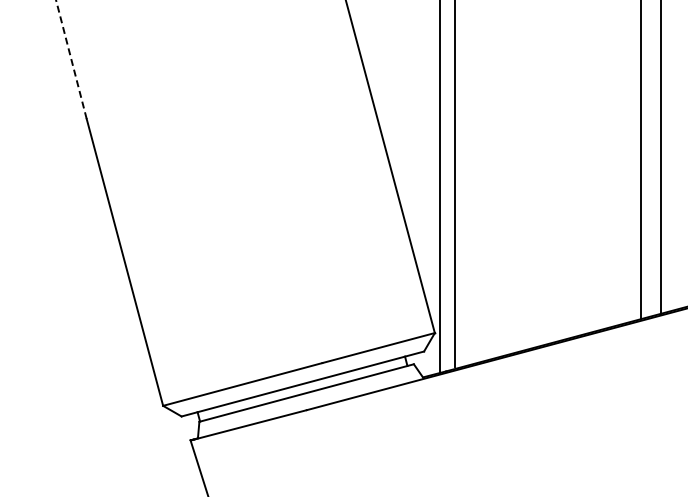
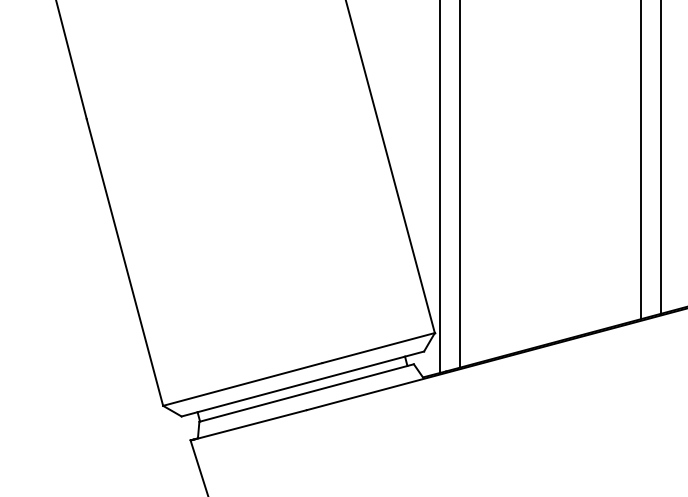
line at (71, 59): dashed -> solid
line at (455, 184) position: (455, 184) -> (460, 184)
